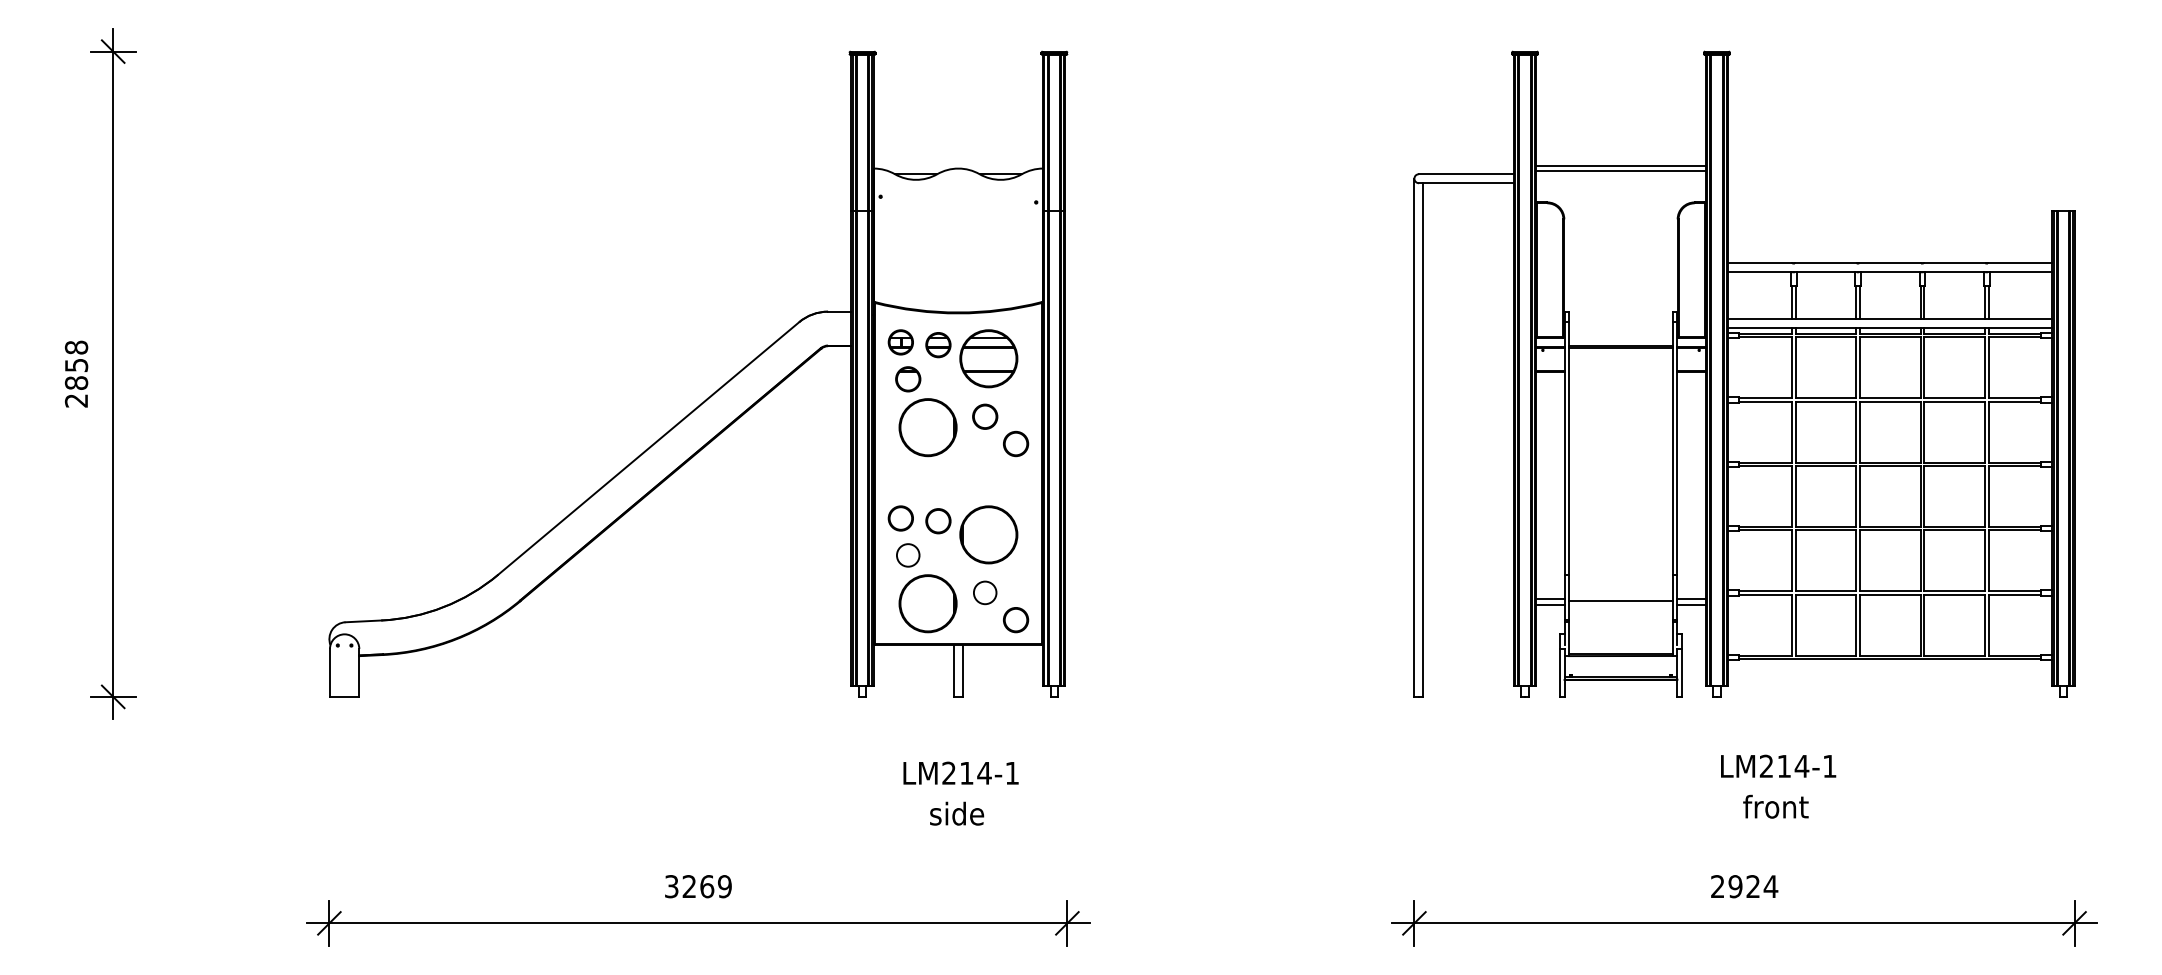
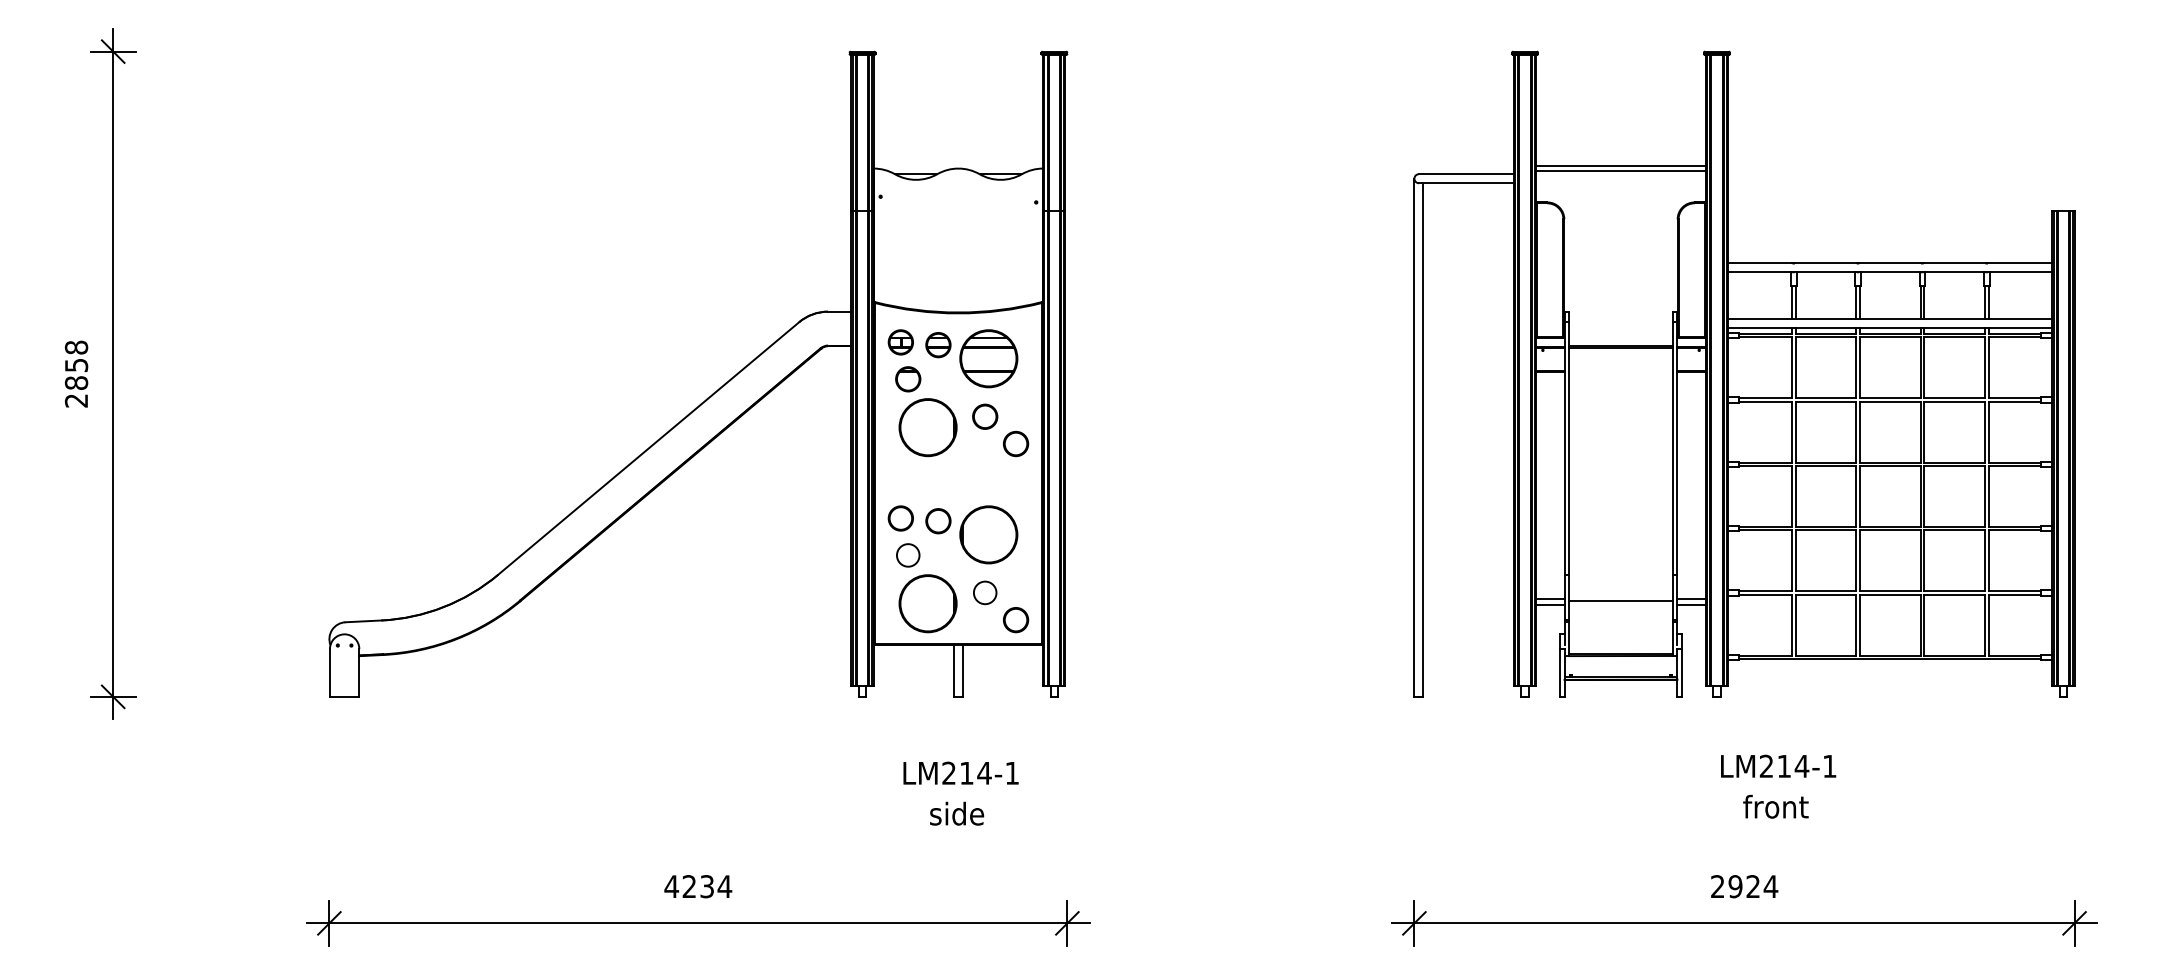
text at (698, 886): 3269 -> 4234
